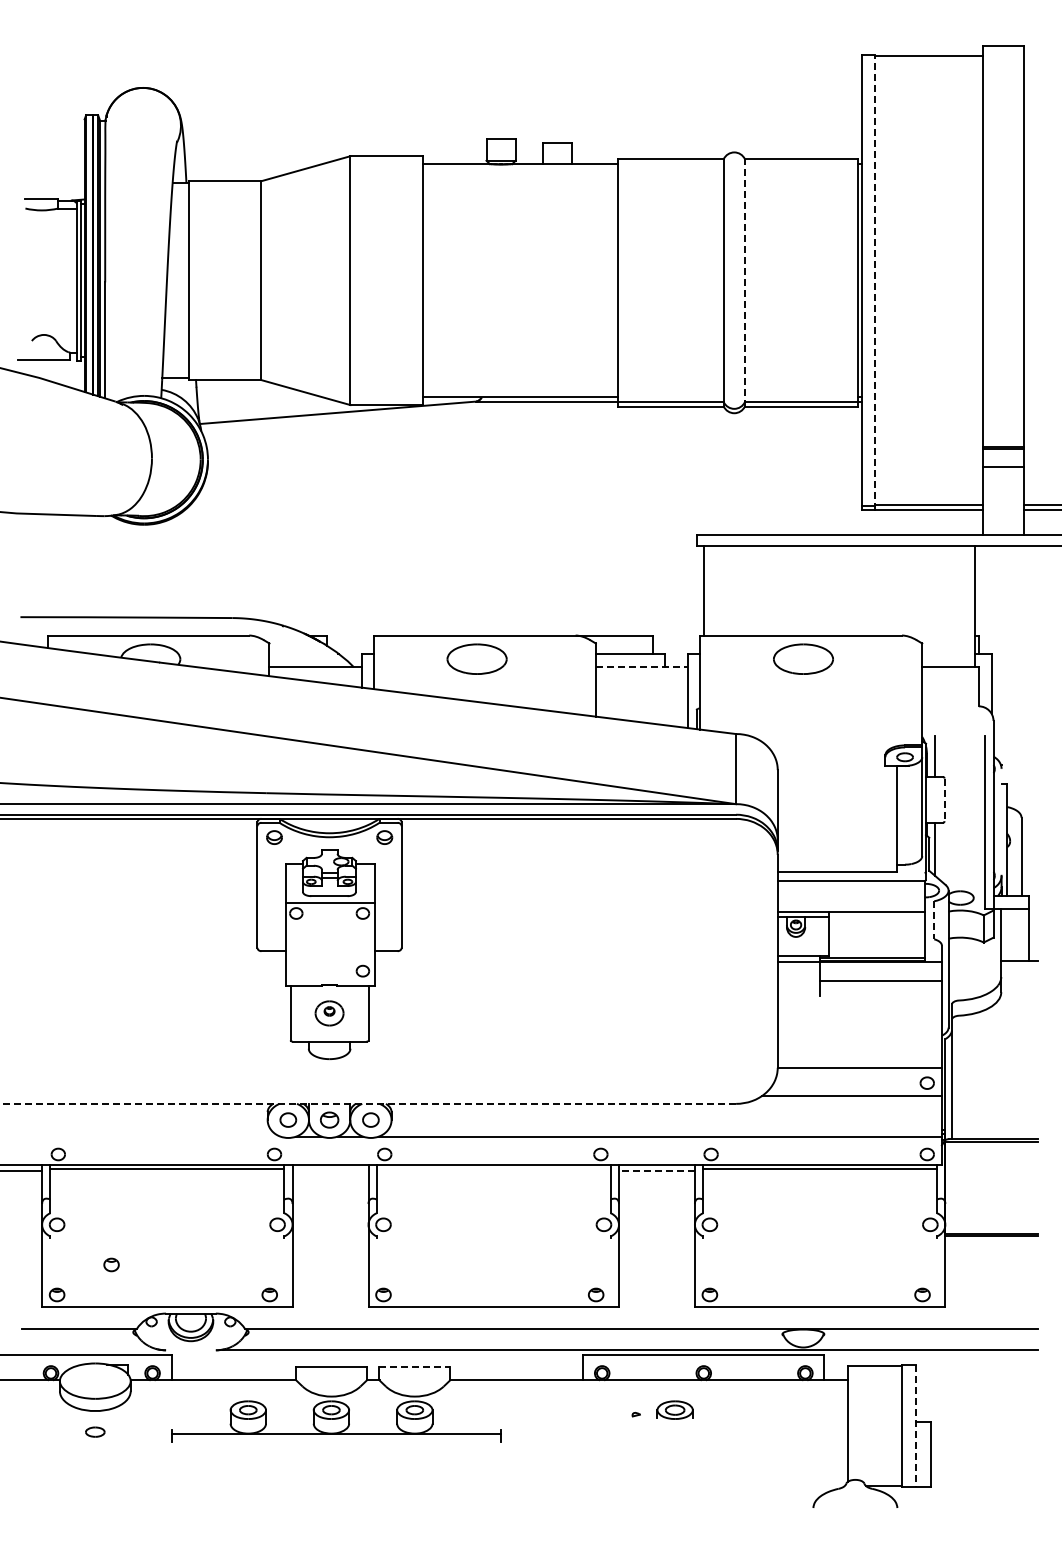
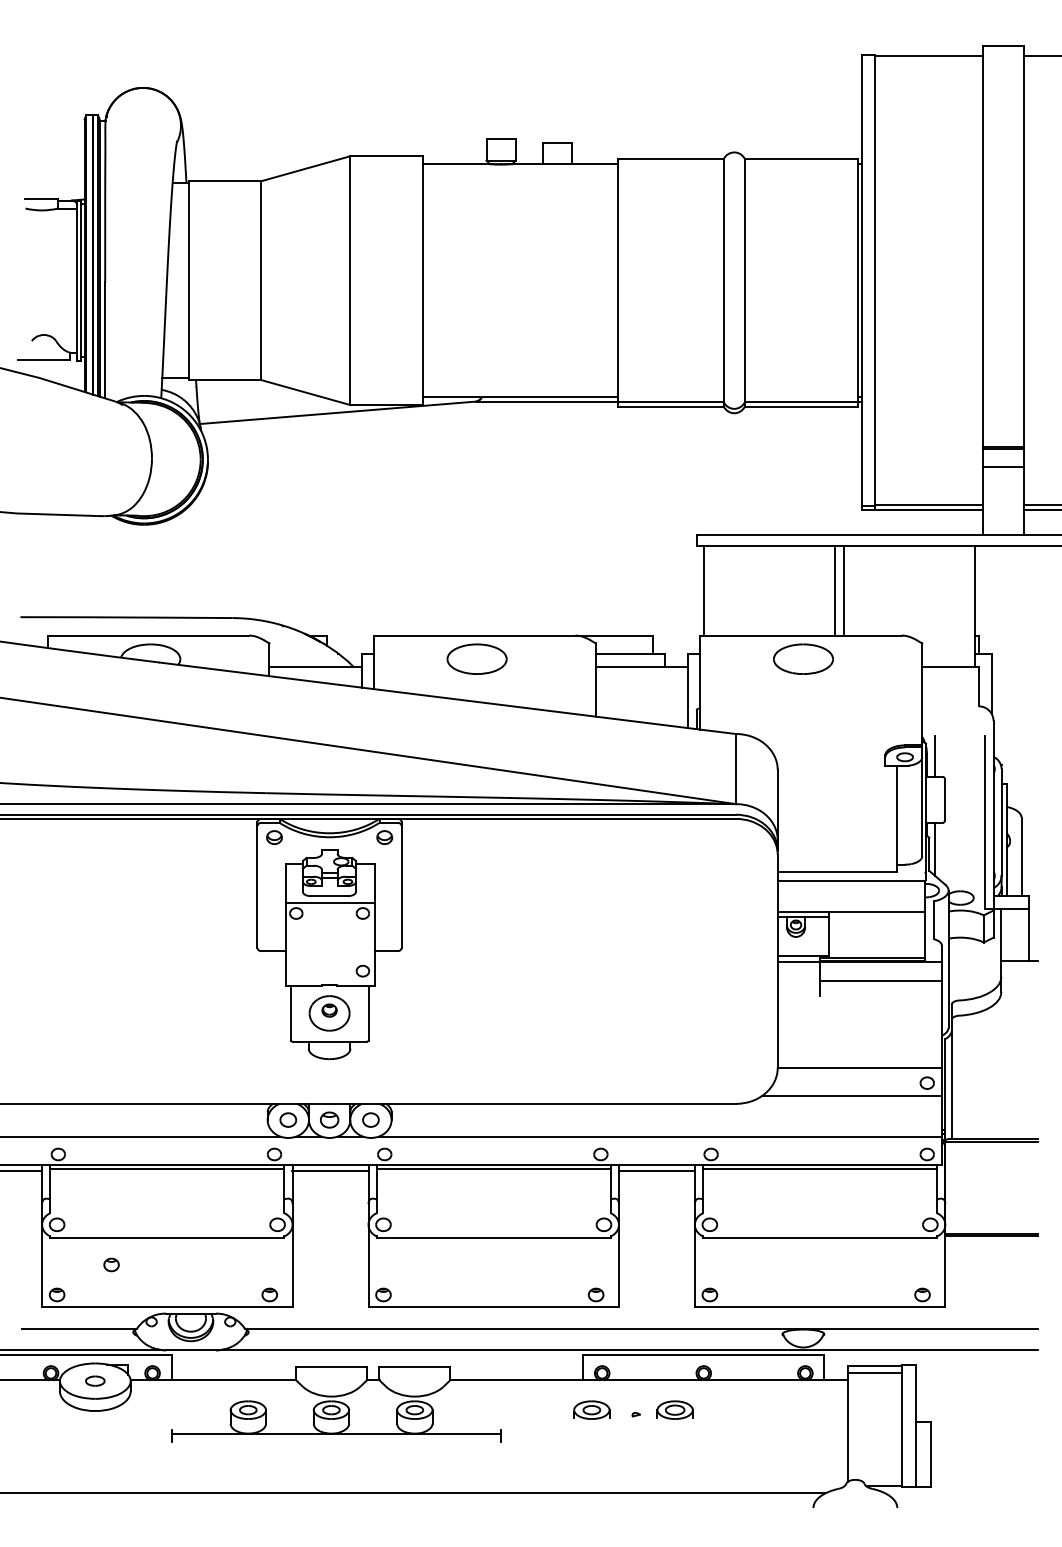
line at (1041, 55): none -> present
line at (744, 282): dashed -> solid
line at (874, 282): dashed -> solid
line at (835, 590): none -> present
line at (844, 590): none -> present
line at (642, 667): dashed -> solid
line at (944, 800): dashed -> solid
line at (1001, 822): none -> present
line at (934, 920): dashed -> solid
part at (329, 1013) size: 31x27 px -> 43x37 px
line at (368, 1103): dashed -> solid
line at (141, 1136): none -> present
line at (493, 1168): none -> present
line at (330, 1170): none -> present
line at (656, 1170): dashed -> solid
line at (167, 1237): none -> present
line at (493, 1237): none -> present
line at (820, 1237): none -> present
line at (80, 1349): none -> present
line at (190, 1350): none -> present
line at (415, 1366): dashed -> solid
line at (874, 1373): none -> present
part at (591, 1409): none -> present
line at (916, 1426): dashed -> solid
part at (95, 1431) position: (95, 1431) -> (95, 1380)
line at (414, 1493): none -> present
